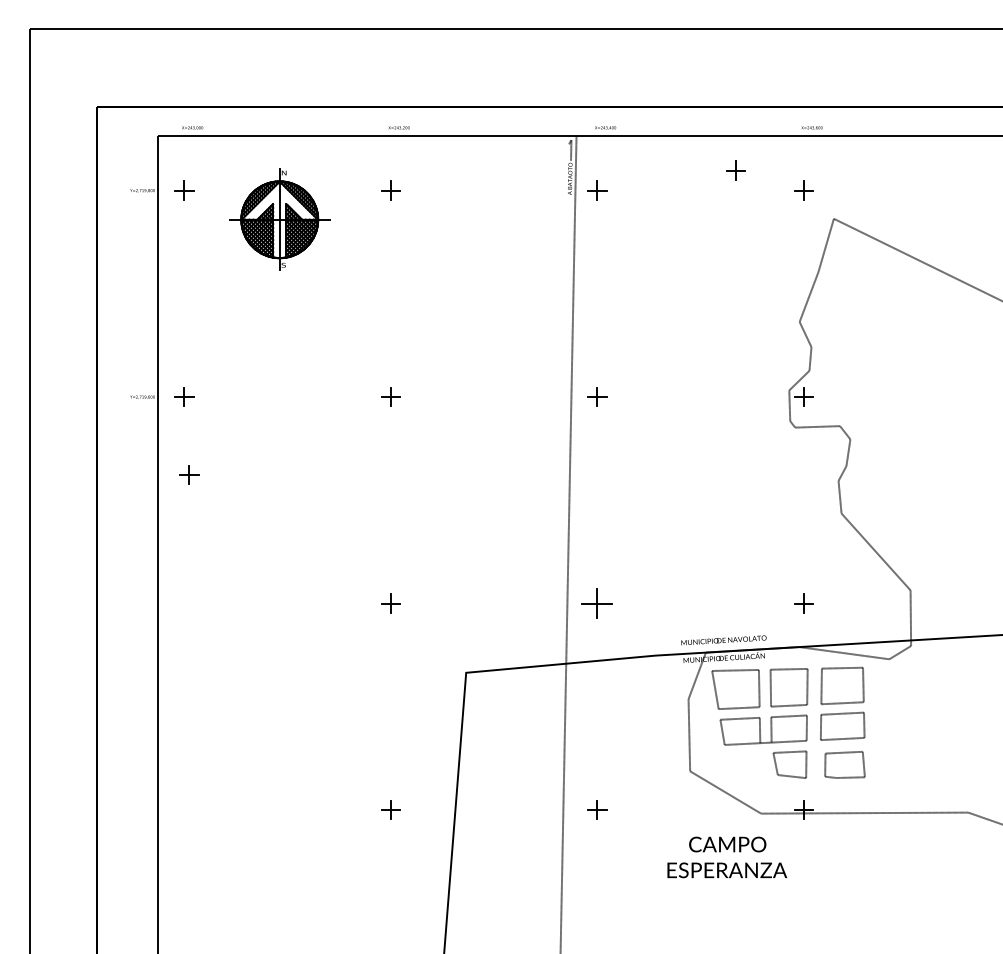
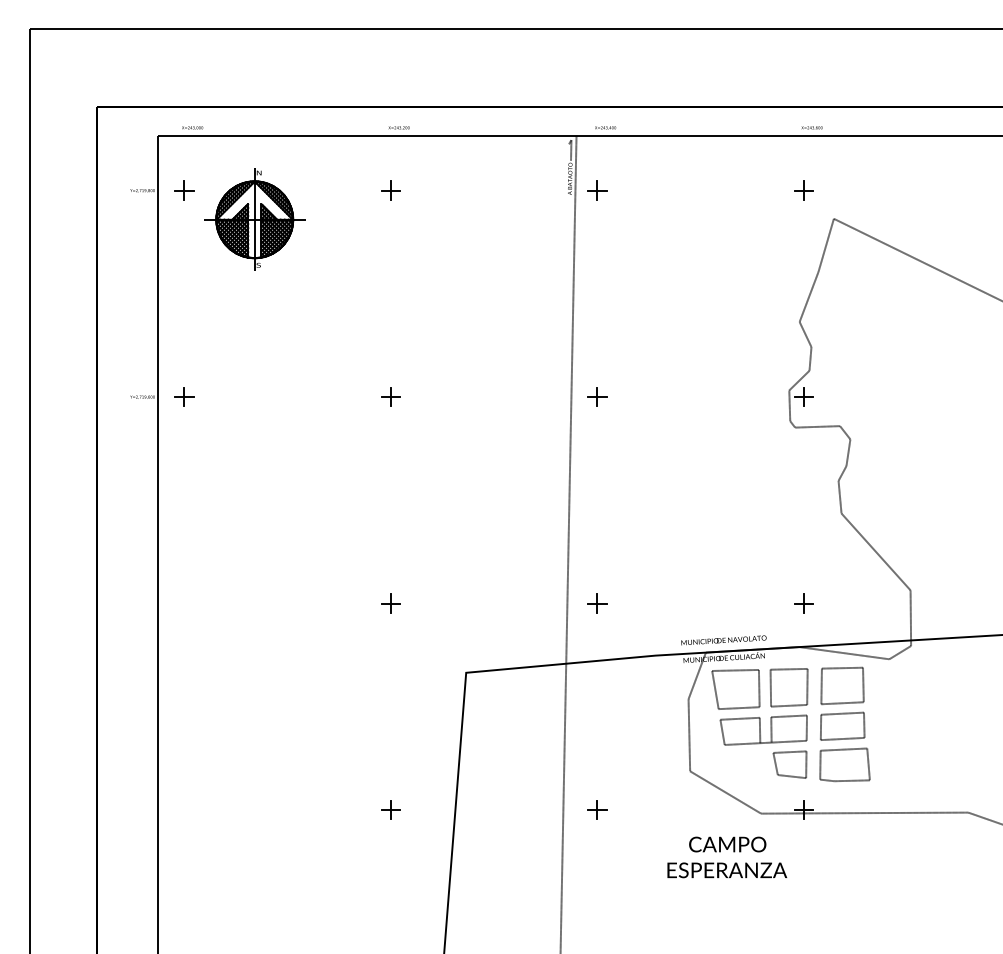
part at (735, 170): present -> none
part at (279, 219) position: (279, 219) -> (254, 219)
part at (189, 474): present -> none
part at (596, 603) size: 32x31 px -> 21x21 px
part at (844, 764) size: 42x28 px -> 52x36 px
